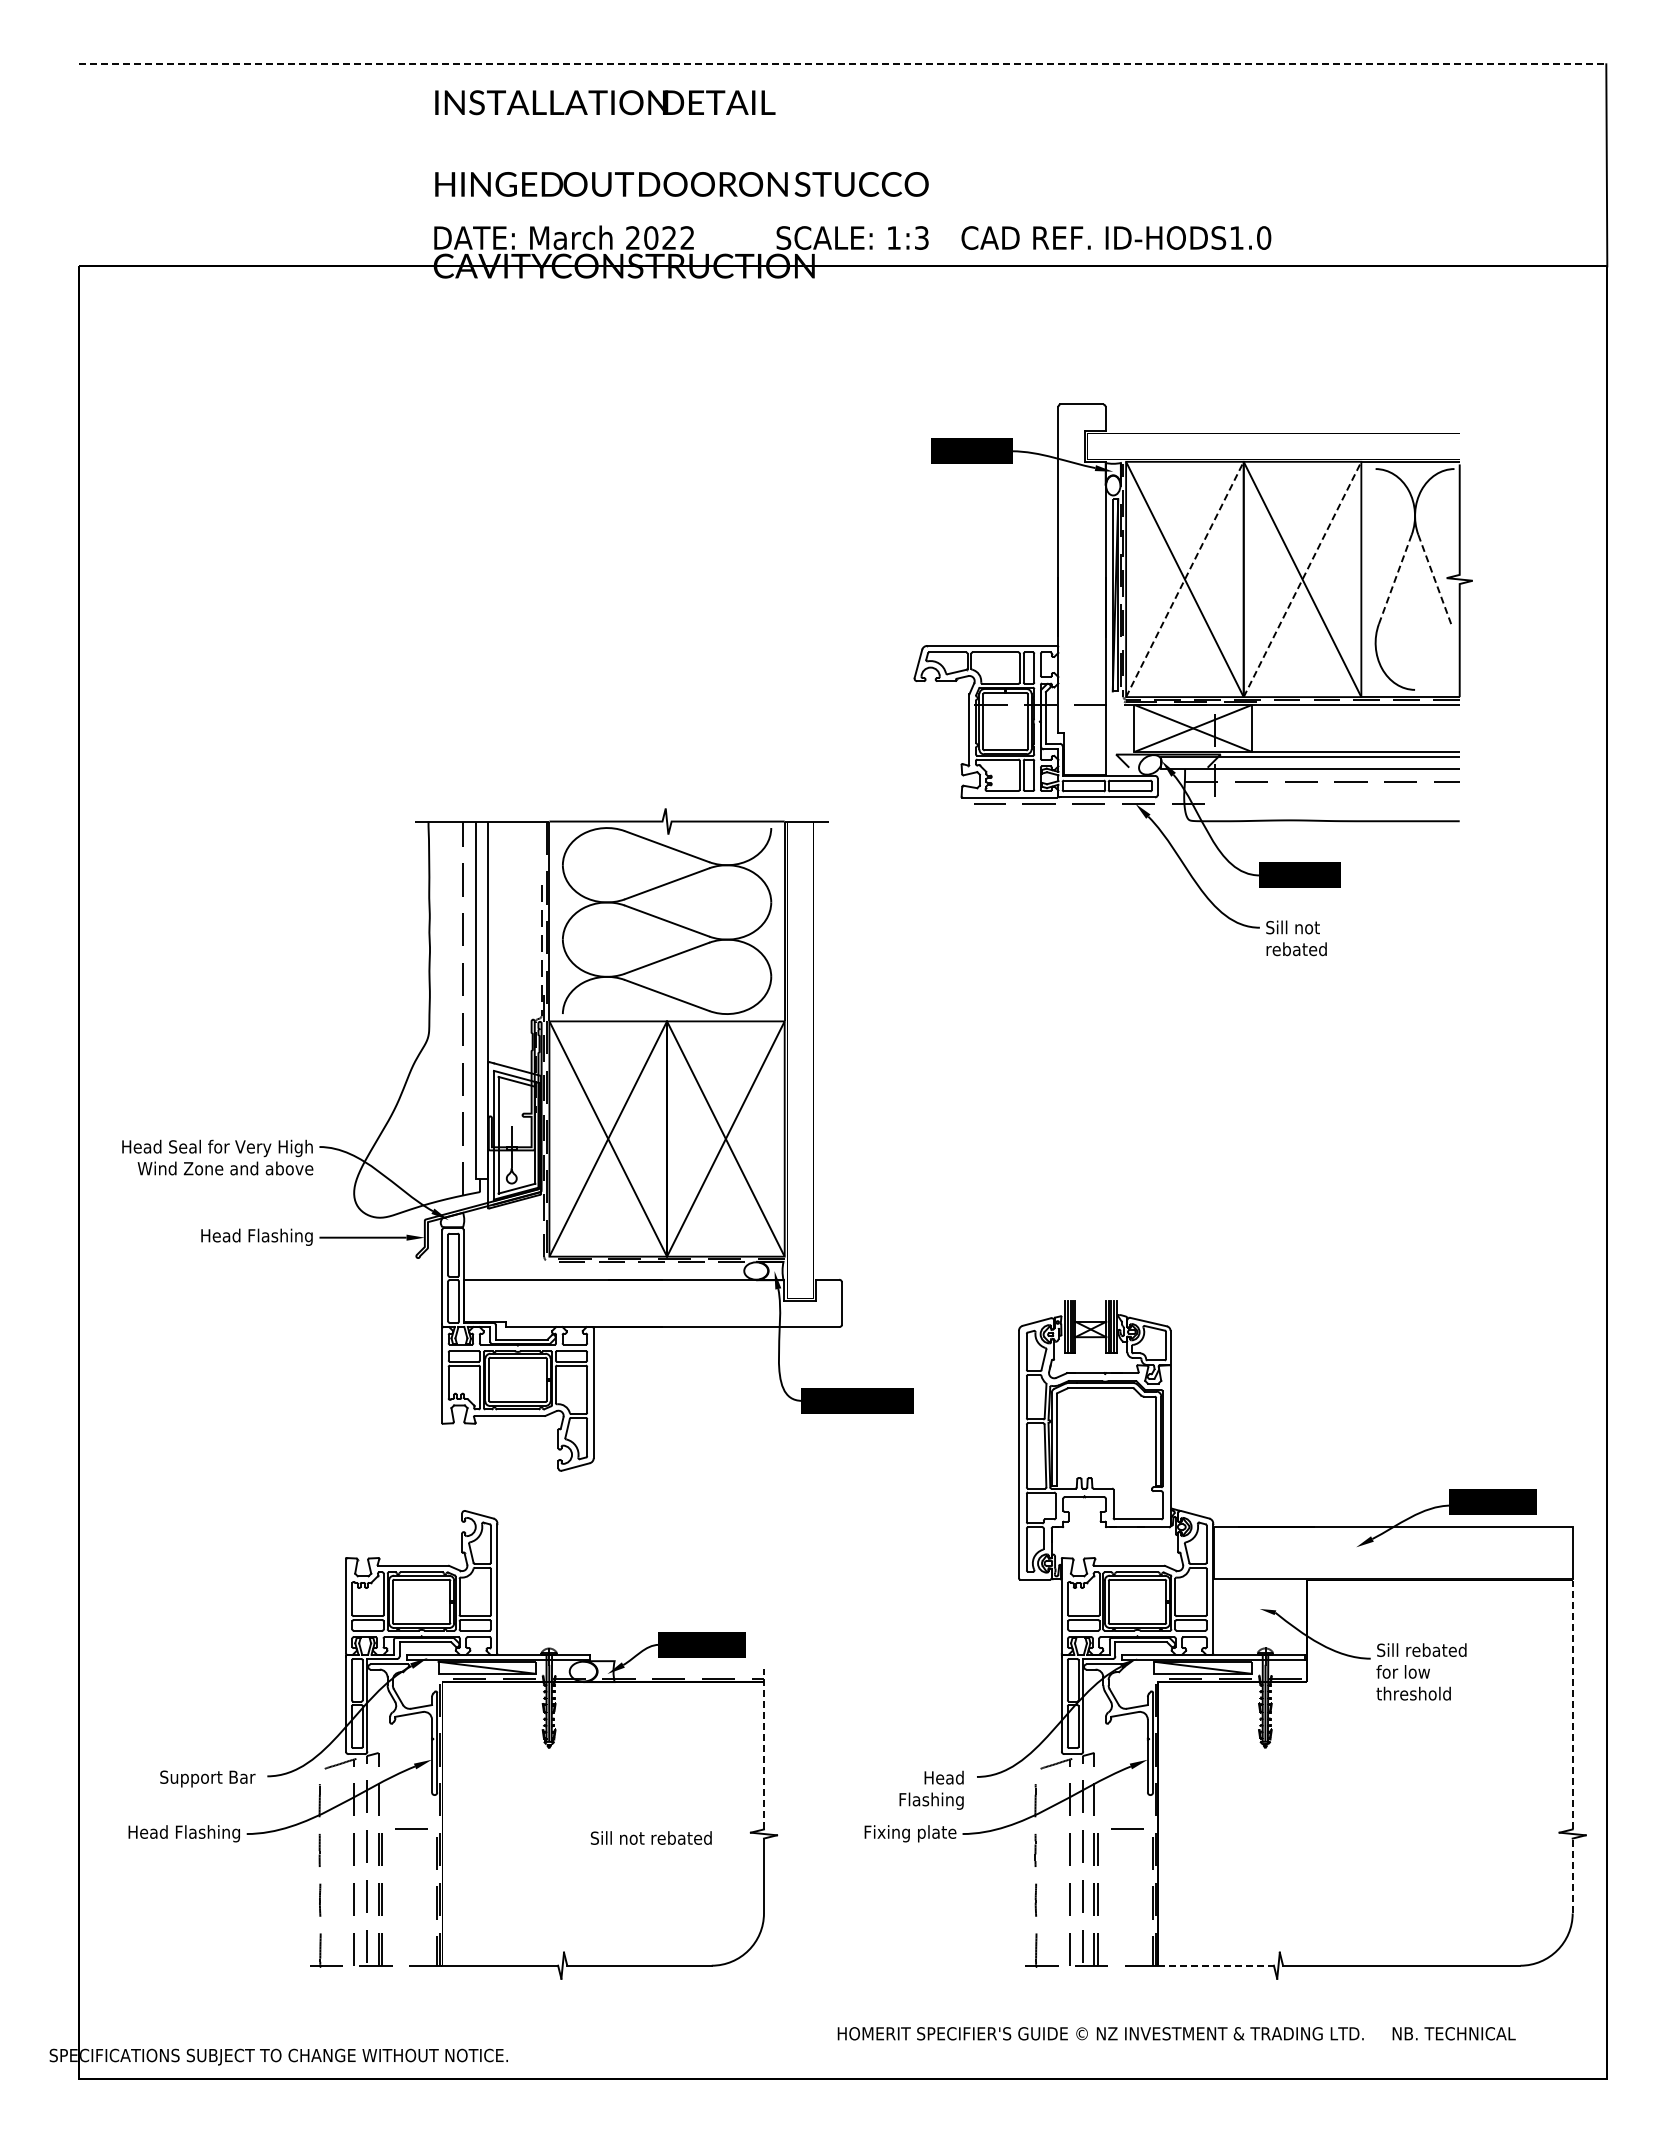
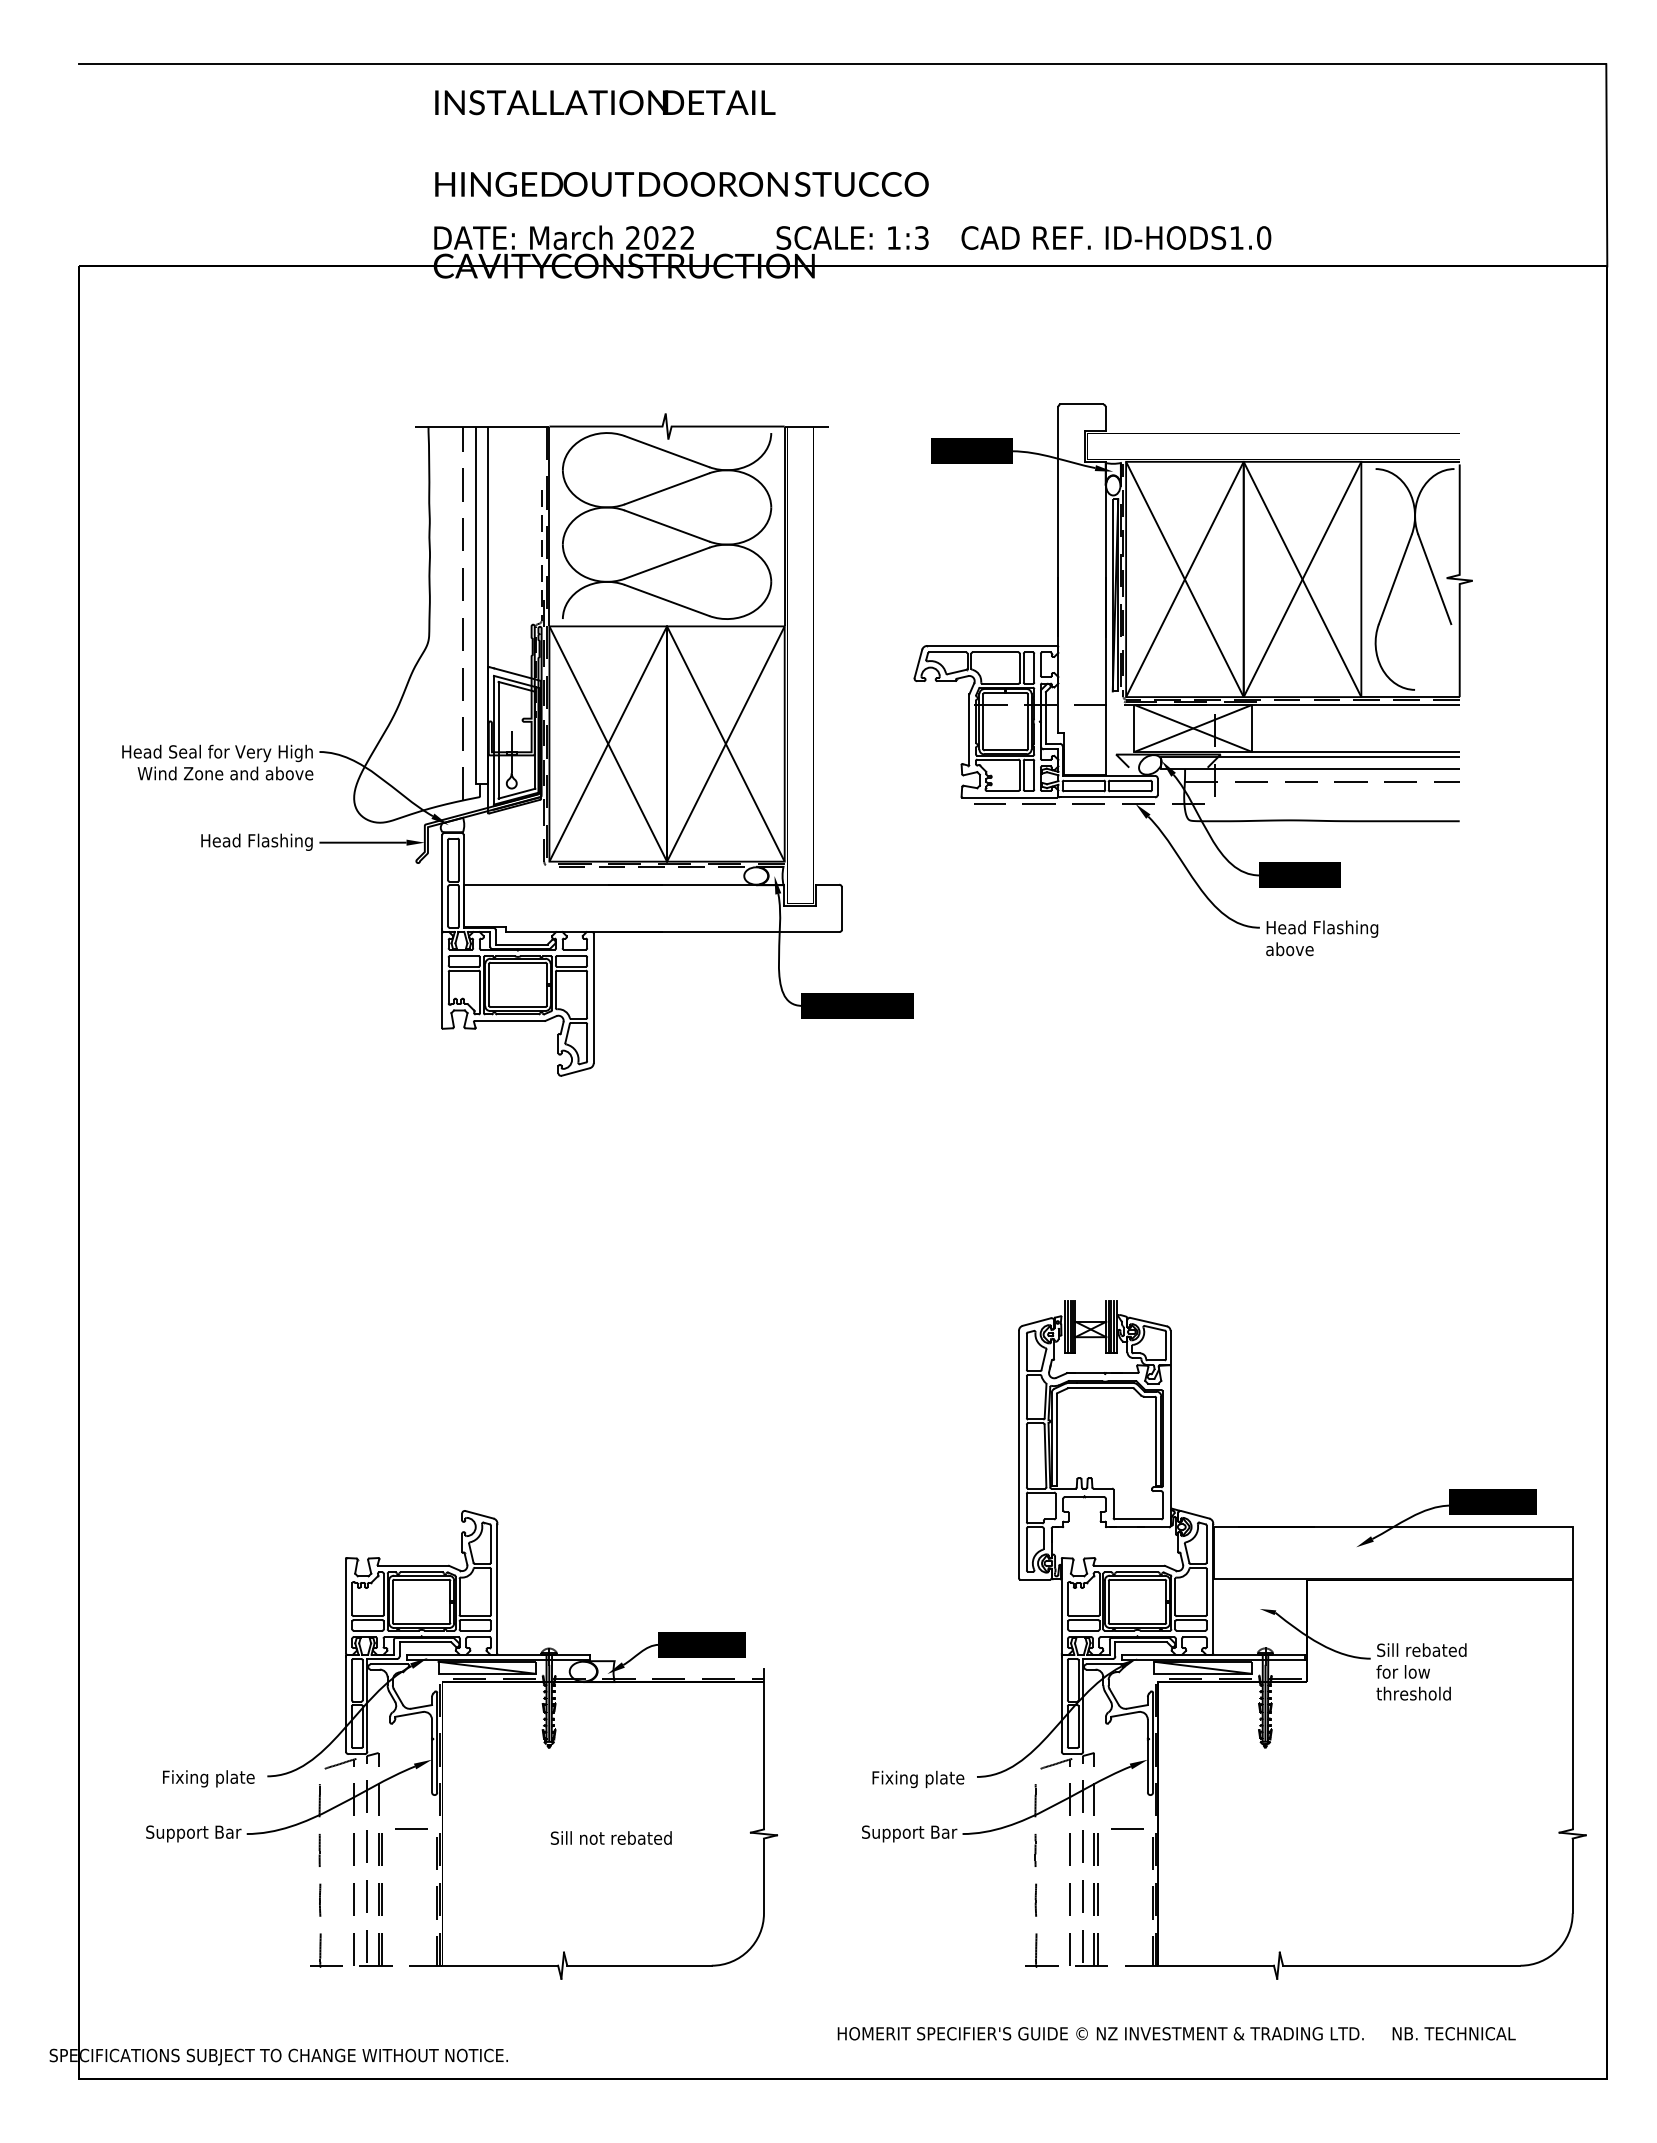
line at (843, 64): dashed -> solid
line at (1184, 579): dashed -> solid
line at (1302, 579): dashed -> solid
line at (1395, 579): dashed -> solid
line at (1434, 579): dashed -> solid
text at (1322, 938): Sill not rebated -> Head Flashing above
part at (517, 1139) position: (517, 1139) -> (517, 744)
line at (1572, 1704): dashed -> solid
line at (763, 1748): dashed -> solid
text at (207, 1778): Support Bar -> Fixing plate
text at (918, 1789): Head Flashing -> Fixing plate
text at (184, 1833): Head Flashing -> Support Bar
text at (909, 1833): Fixing plate -> Support Bar
text at (650, 1837) position: (650, 1837) -> (610, 1837)
line at (1572, 1875): dashed -> solid
line at (1216, 1965): dashed -> solid
